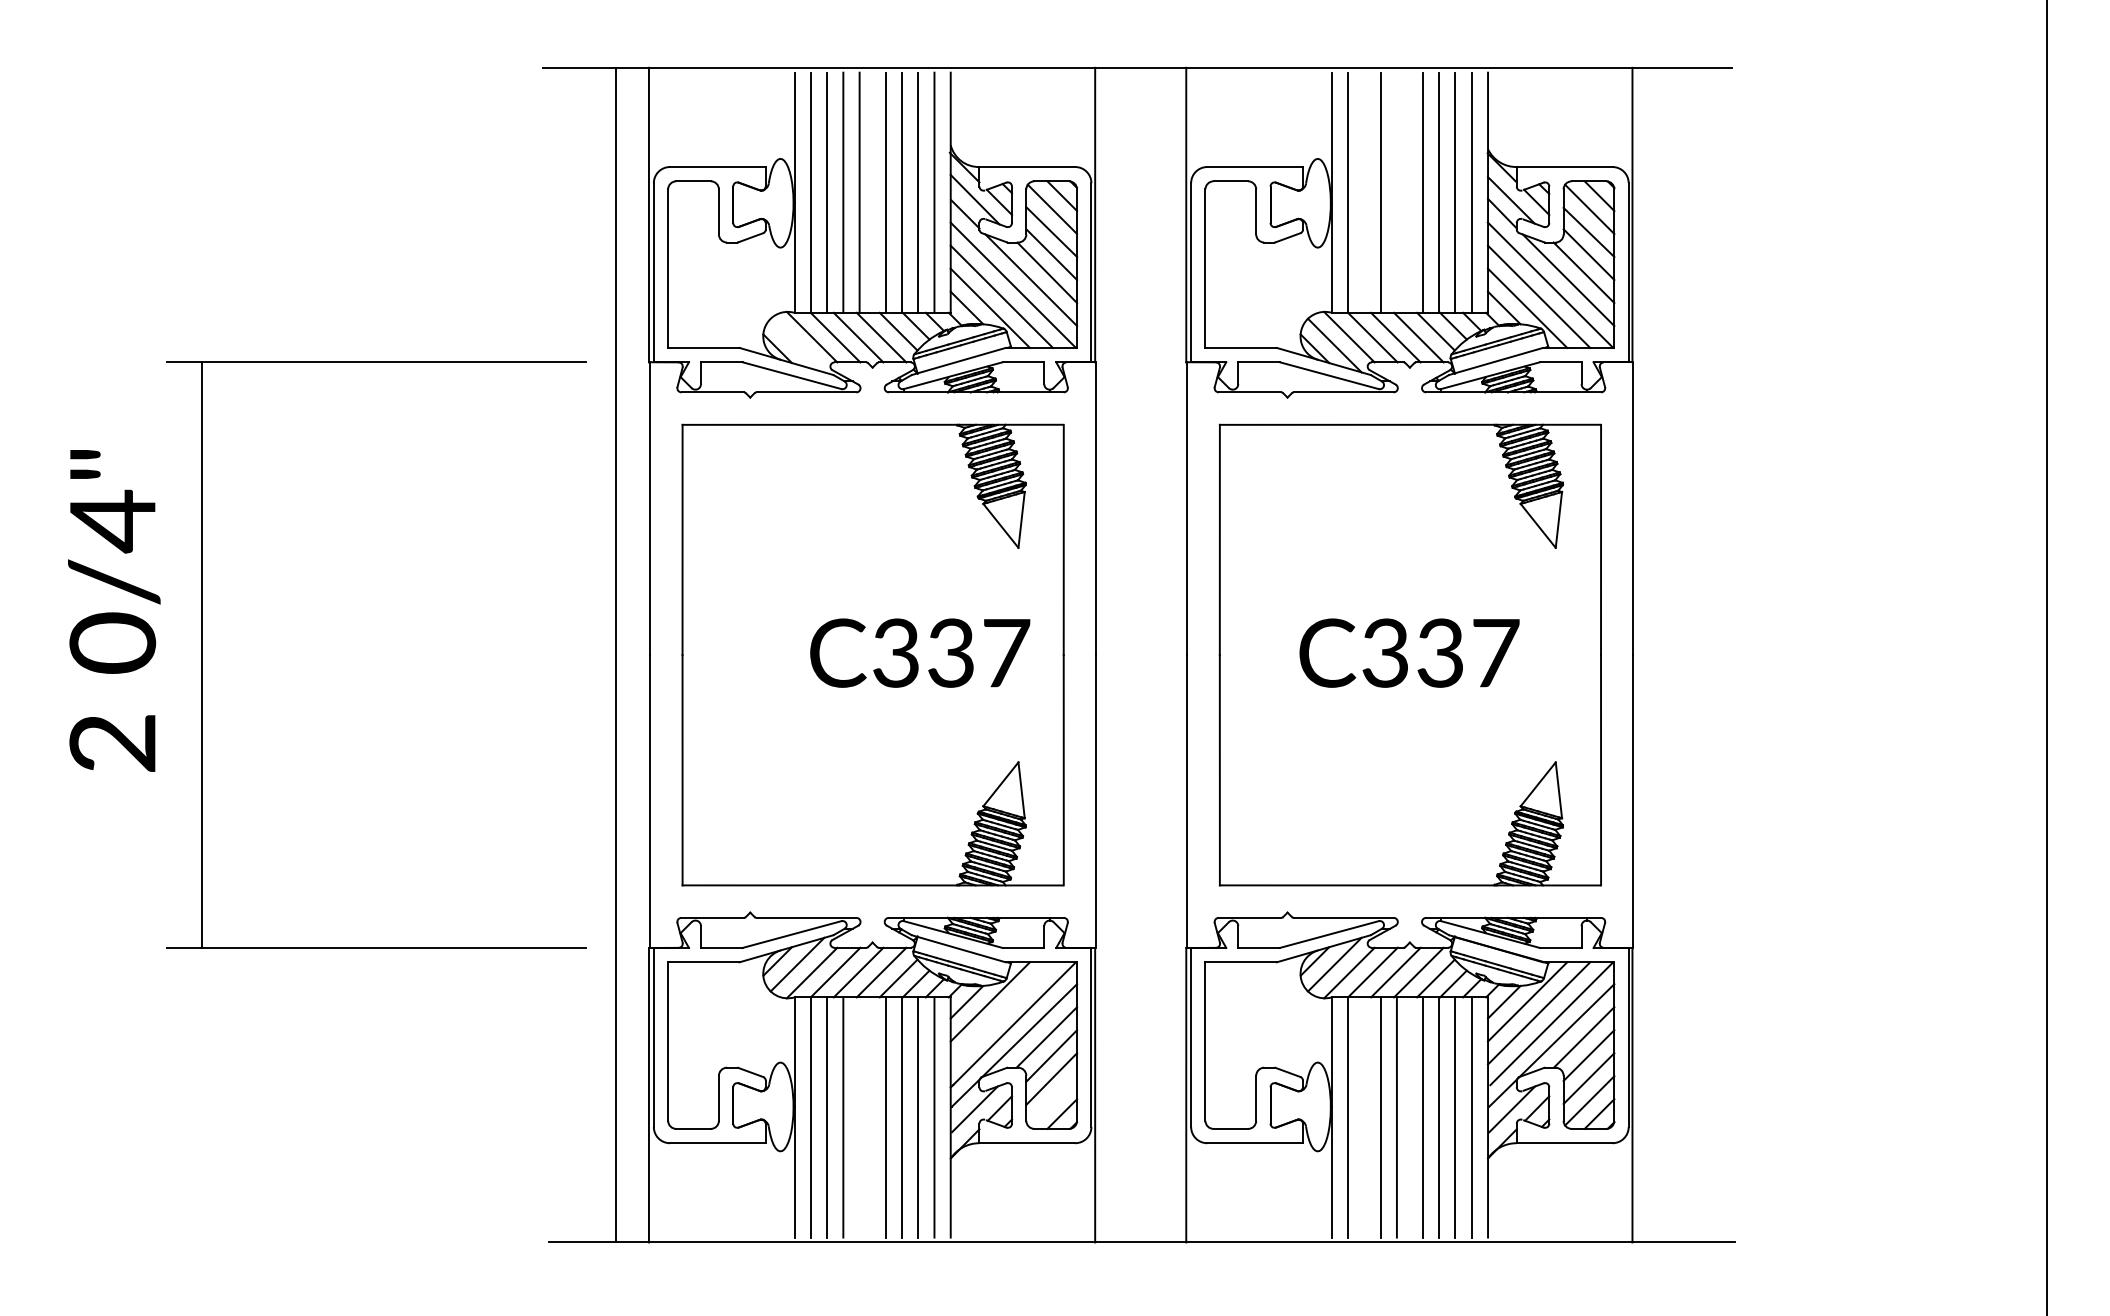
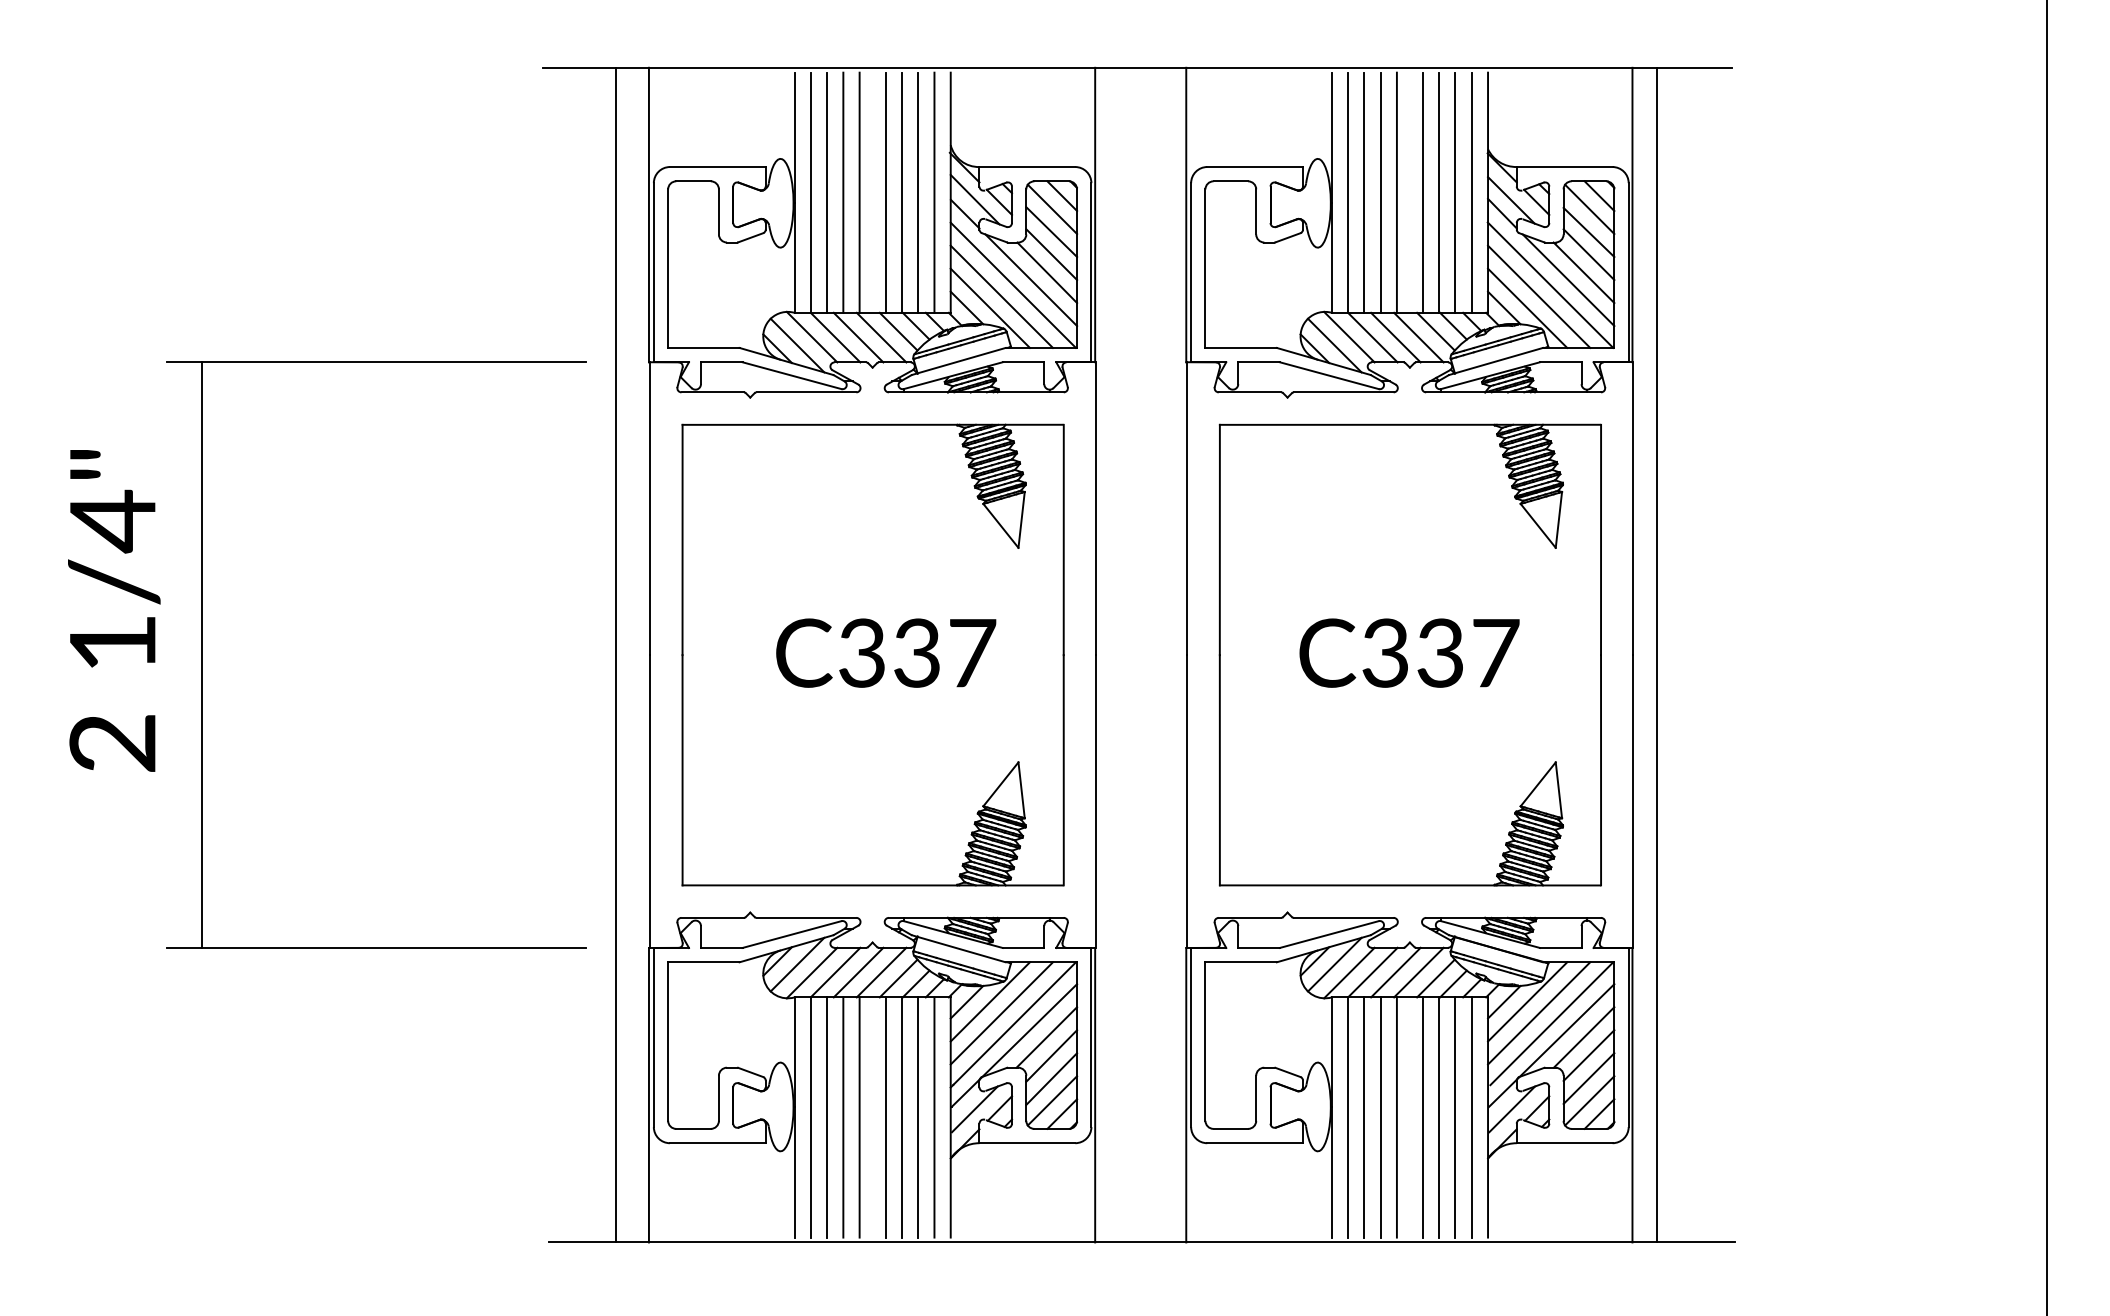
line at (1364, 192): none -> present
line at (1396, 192): none -> present
line at (797, 345): none -> present
text at (112, 642): 0/4" -> 1/4"
text at (920, 652) position: (920, 652) -> (886, 652)
line at (1657, 654): none -> present
line at (1001, 1013): none -> present
line at (1052, 1100): none -> present
line at (859, 1117): none -> present
line at (1364, 1117): none -> present
